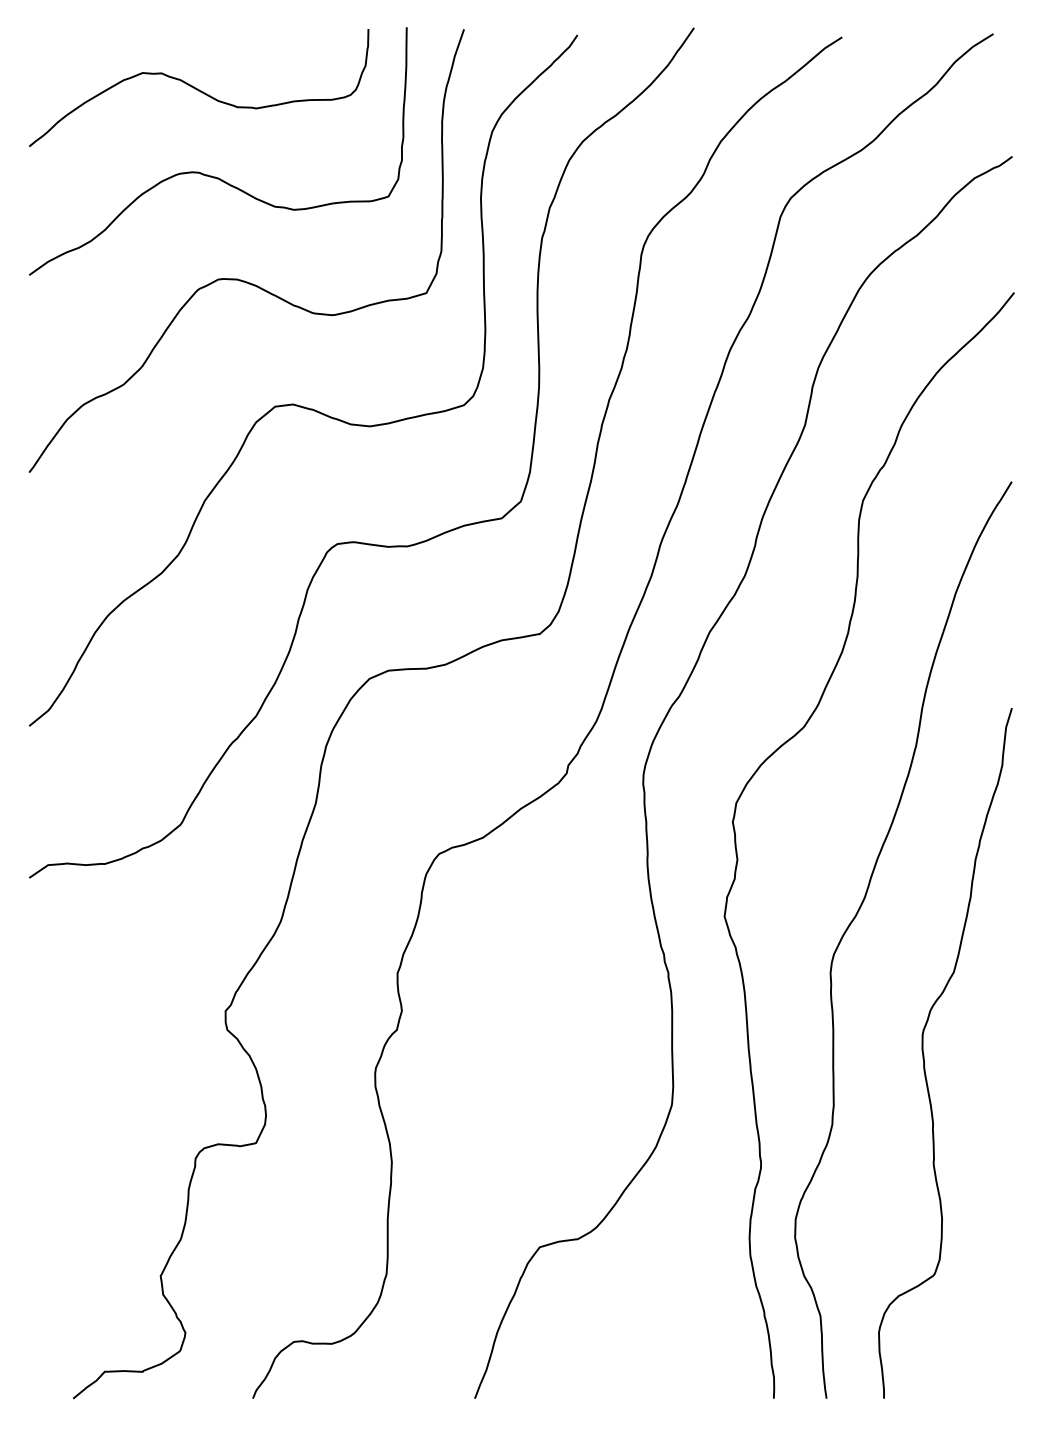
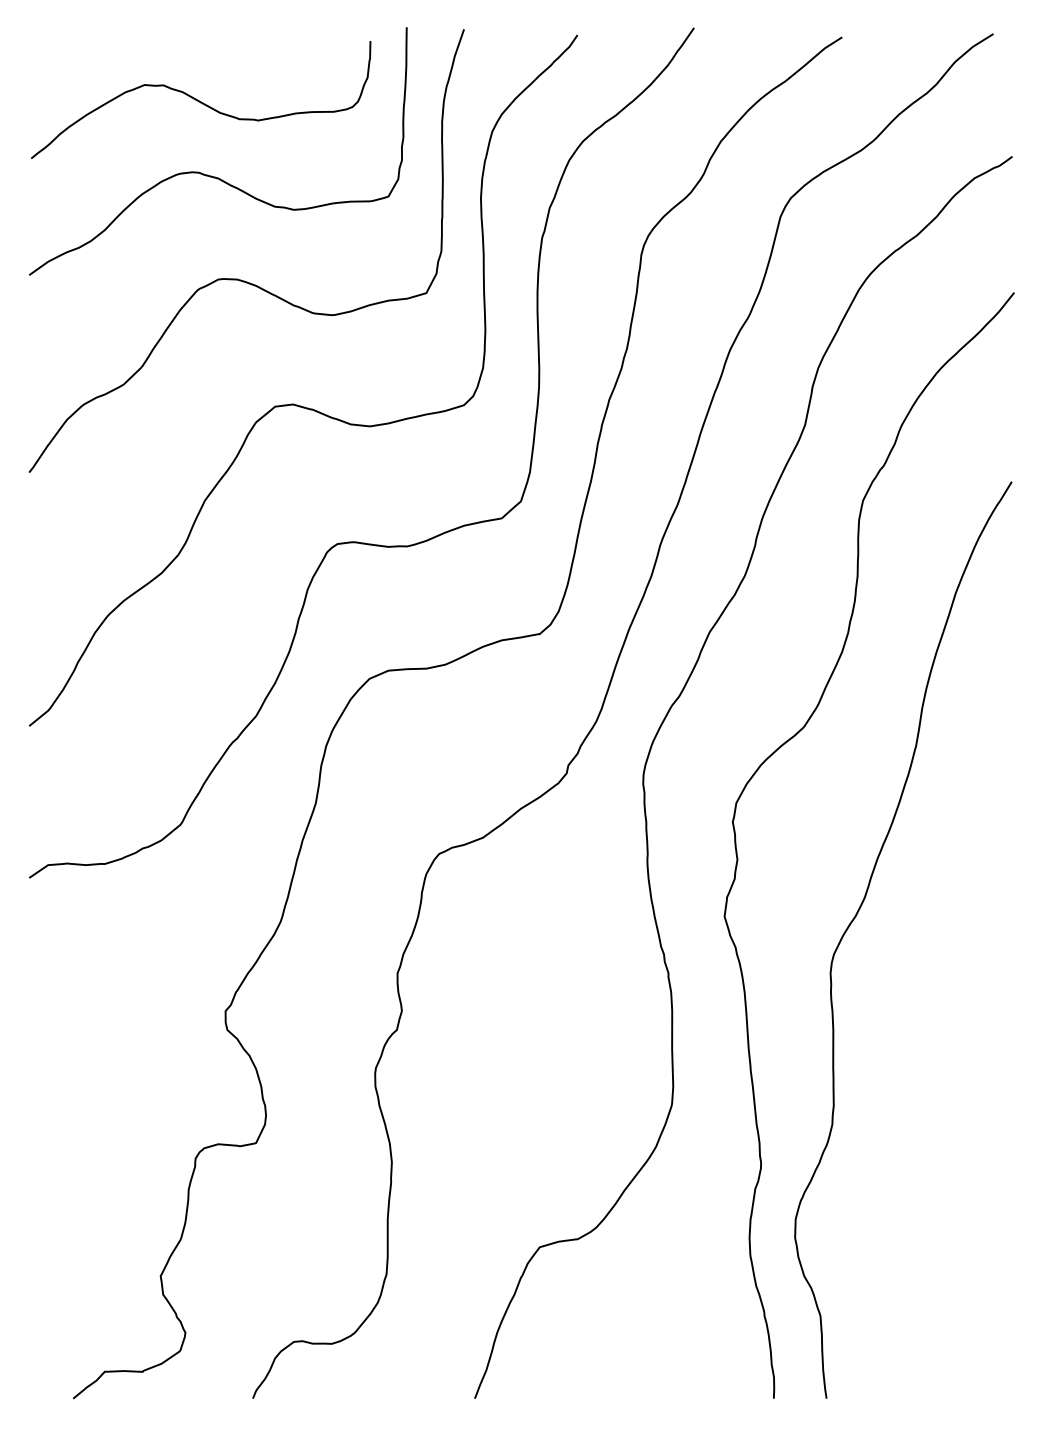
curve at (199, 89) position: (199, 89) -> (201, 101)
curve at (924, 1054): present -> none
